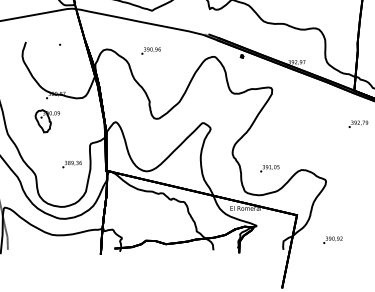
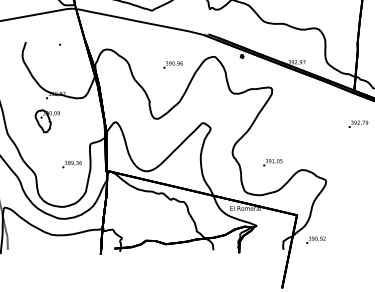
text at (150, 50) position: (150, 50) -> (172, 64)
text at (269, 168) position: (269, 168) -> (272, 162)
text at (332, 239) position: (332, 239) -> (315, 239)
